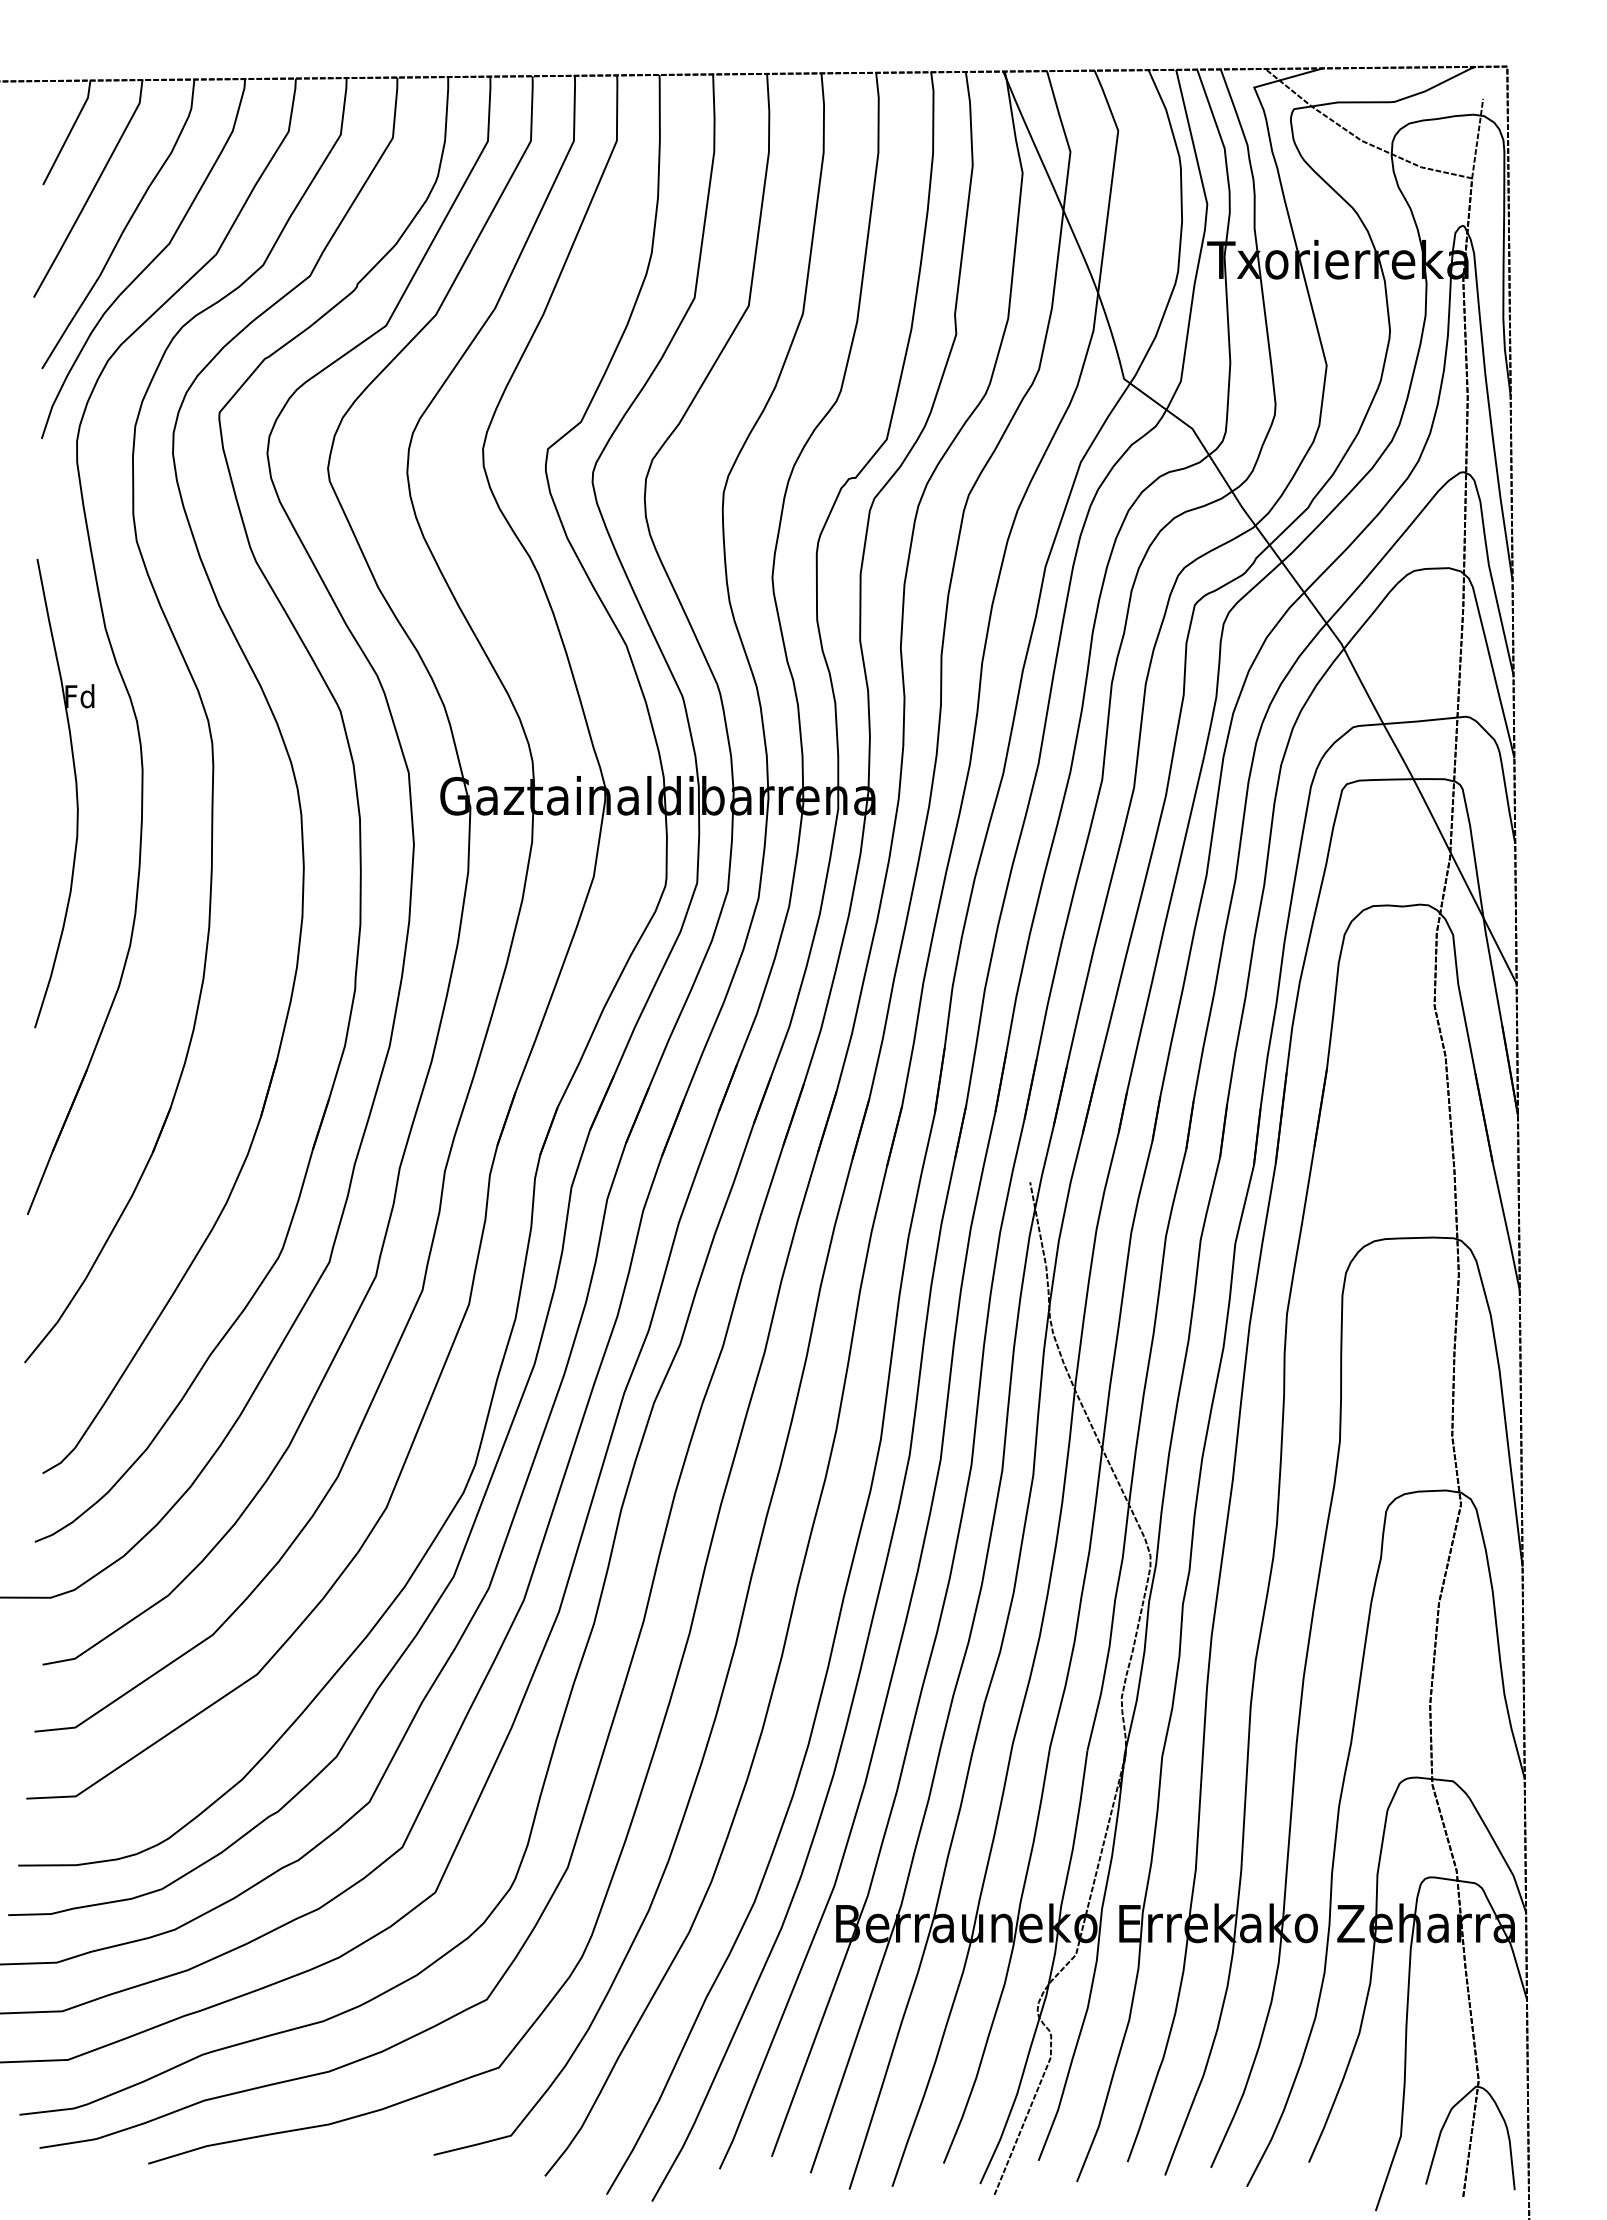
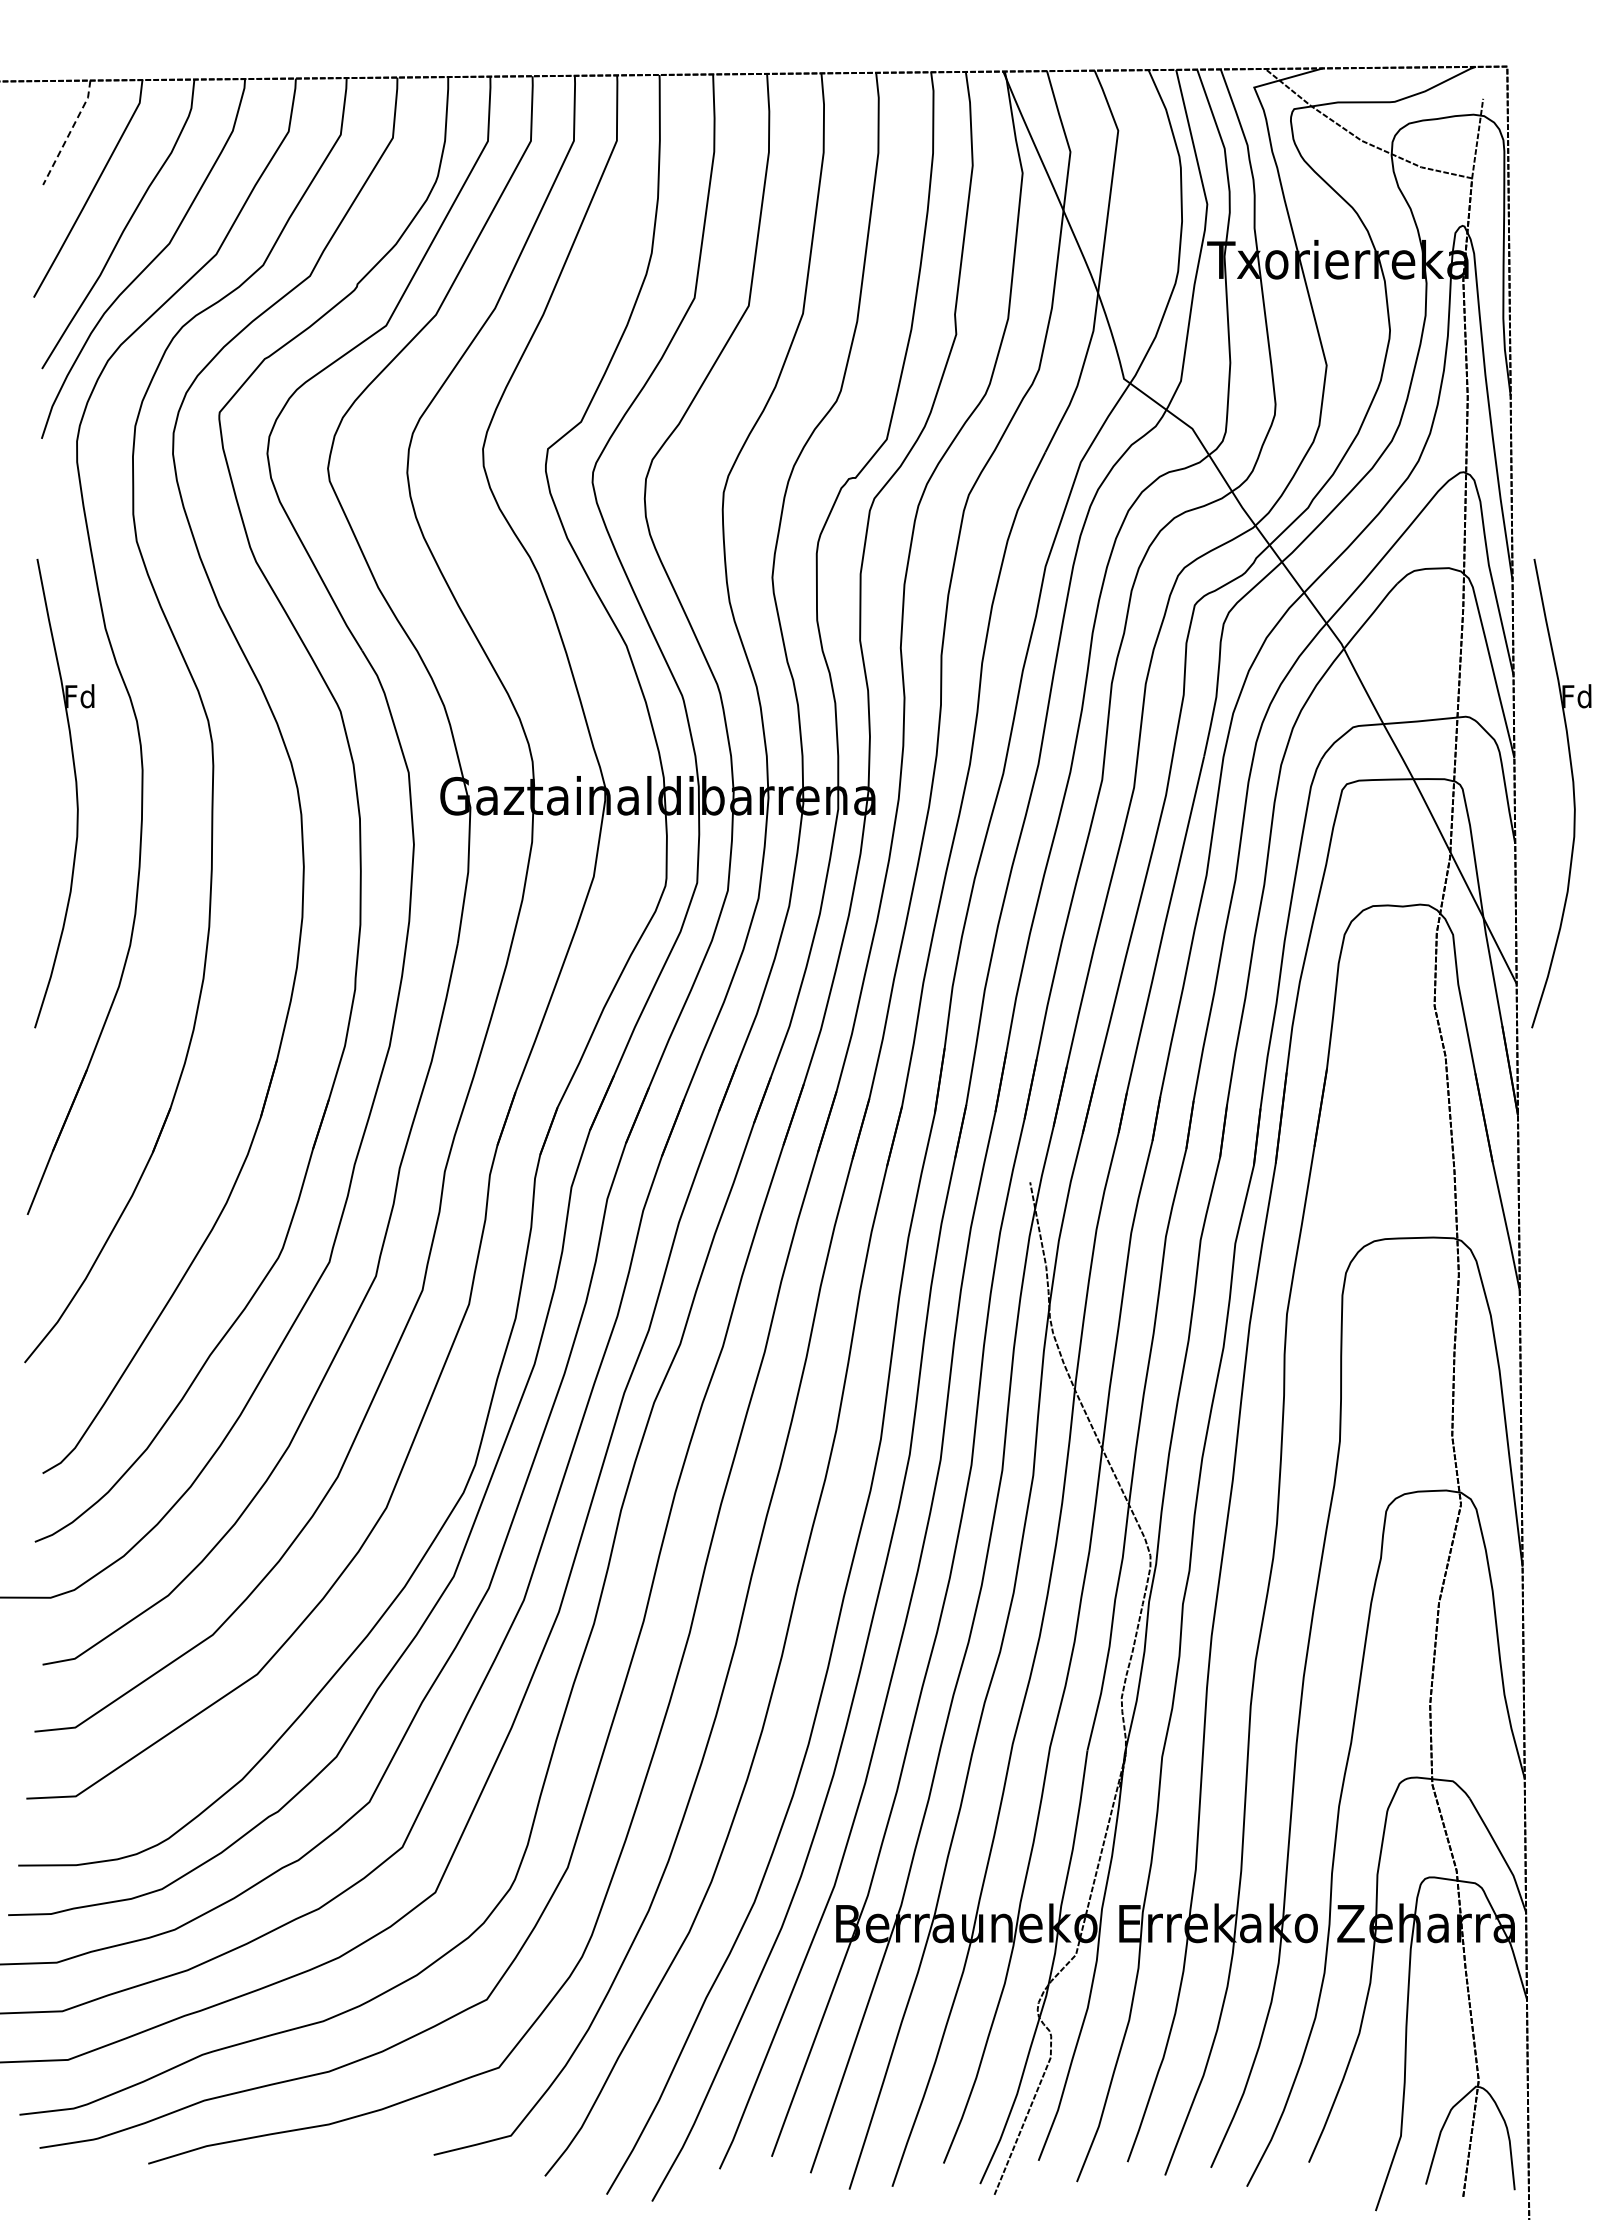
line at (69, 133): solid -> dashed
part at (1572, 790): none -> present
